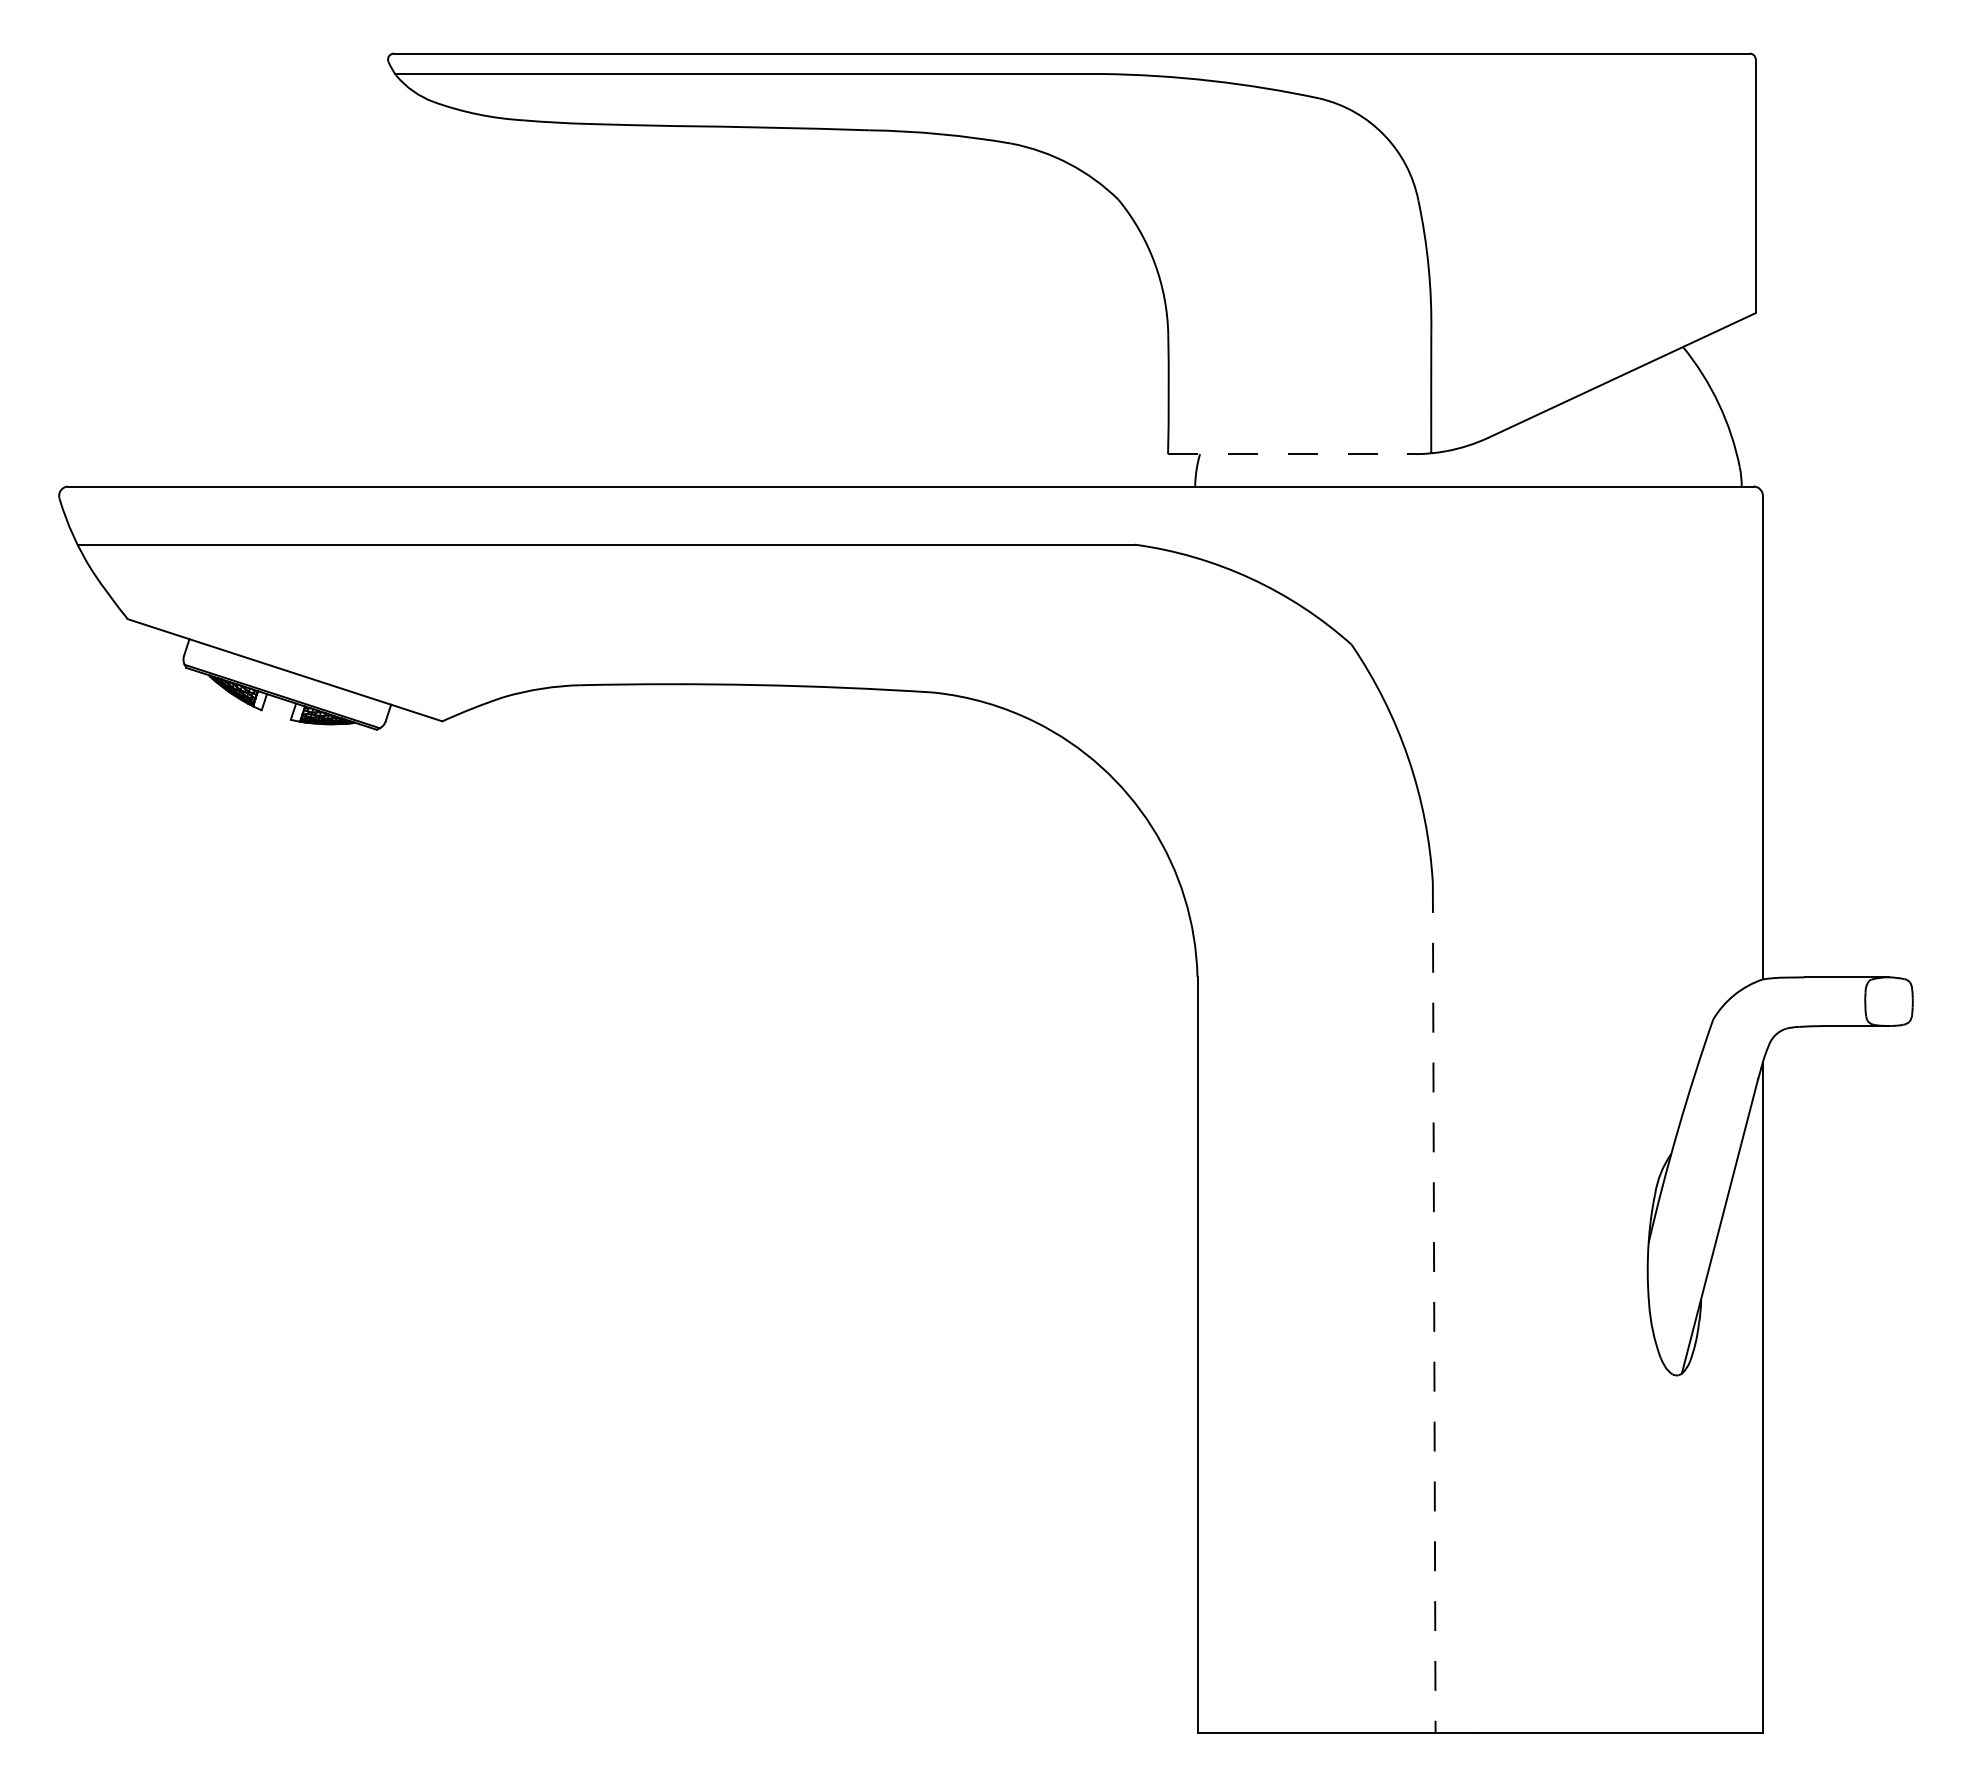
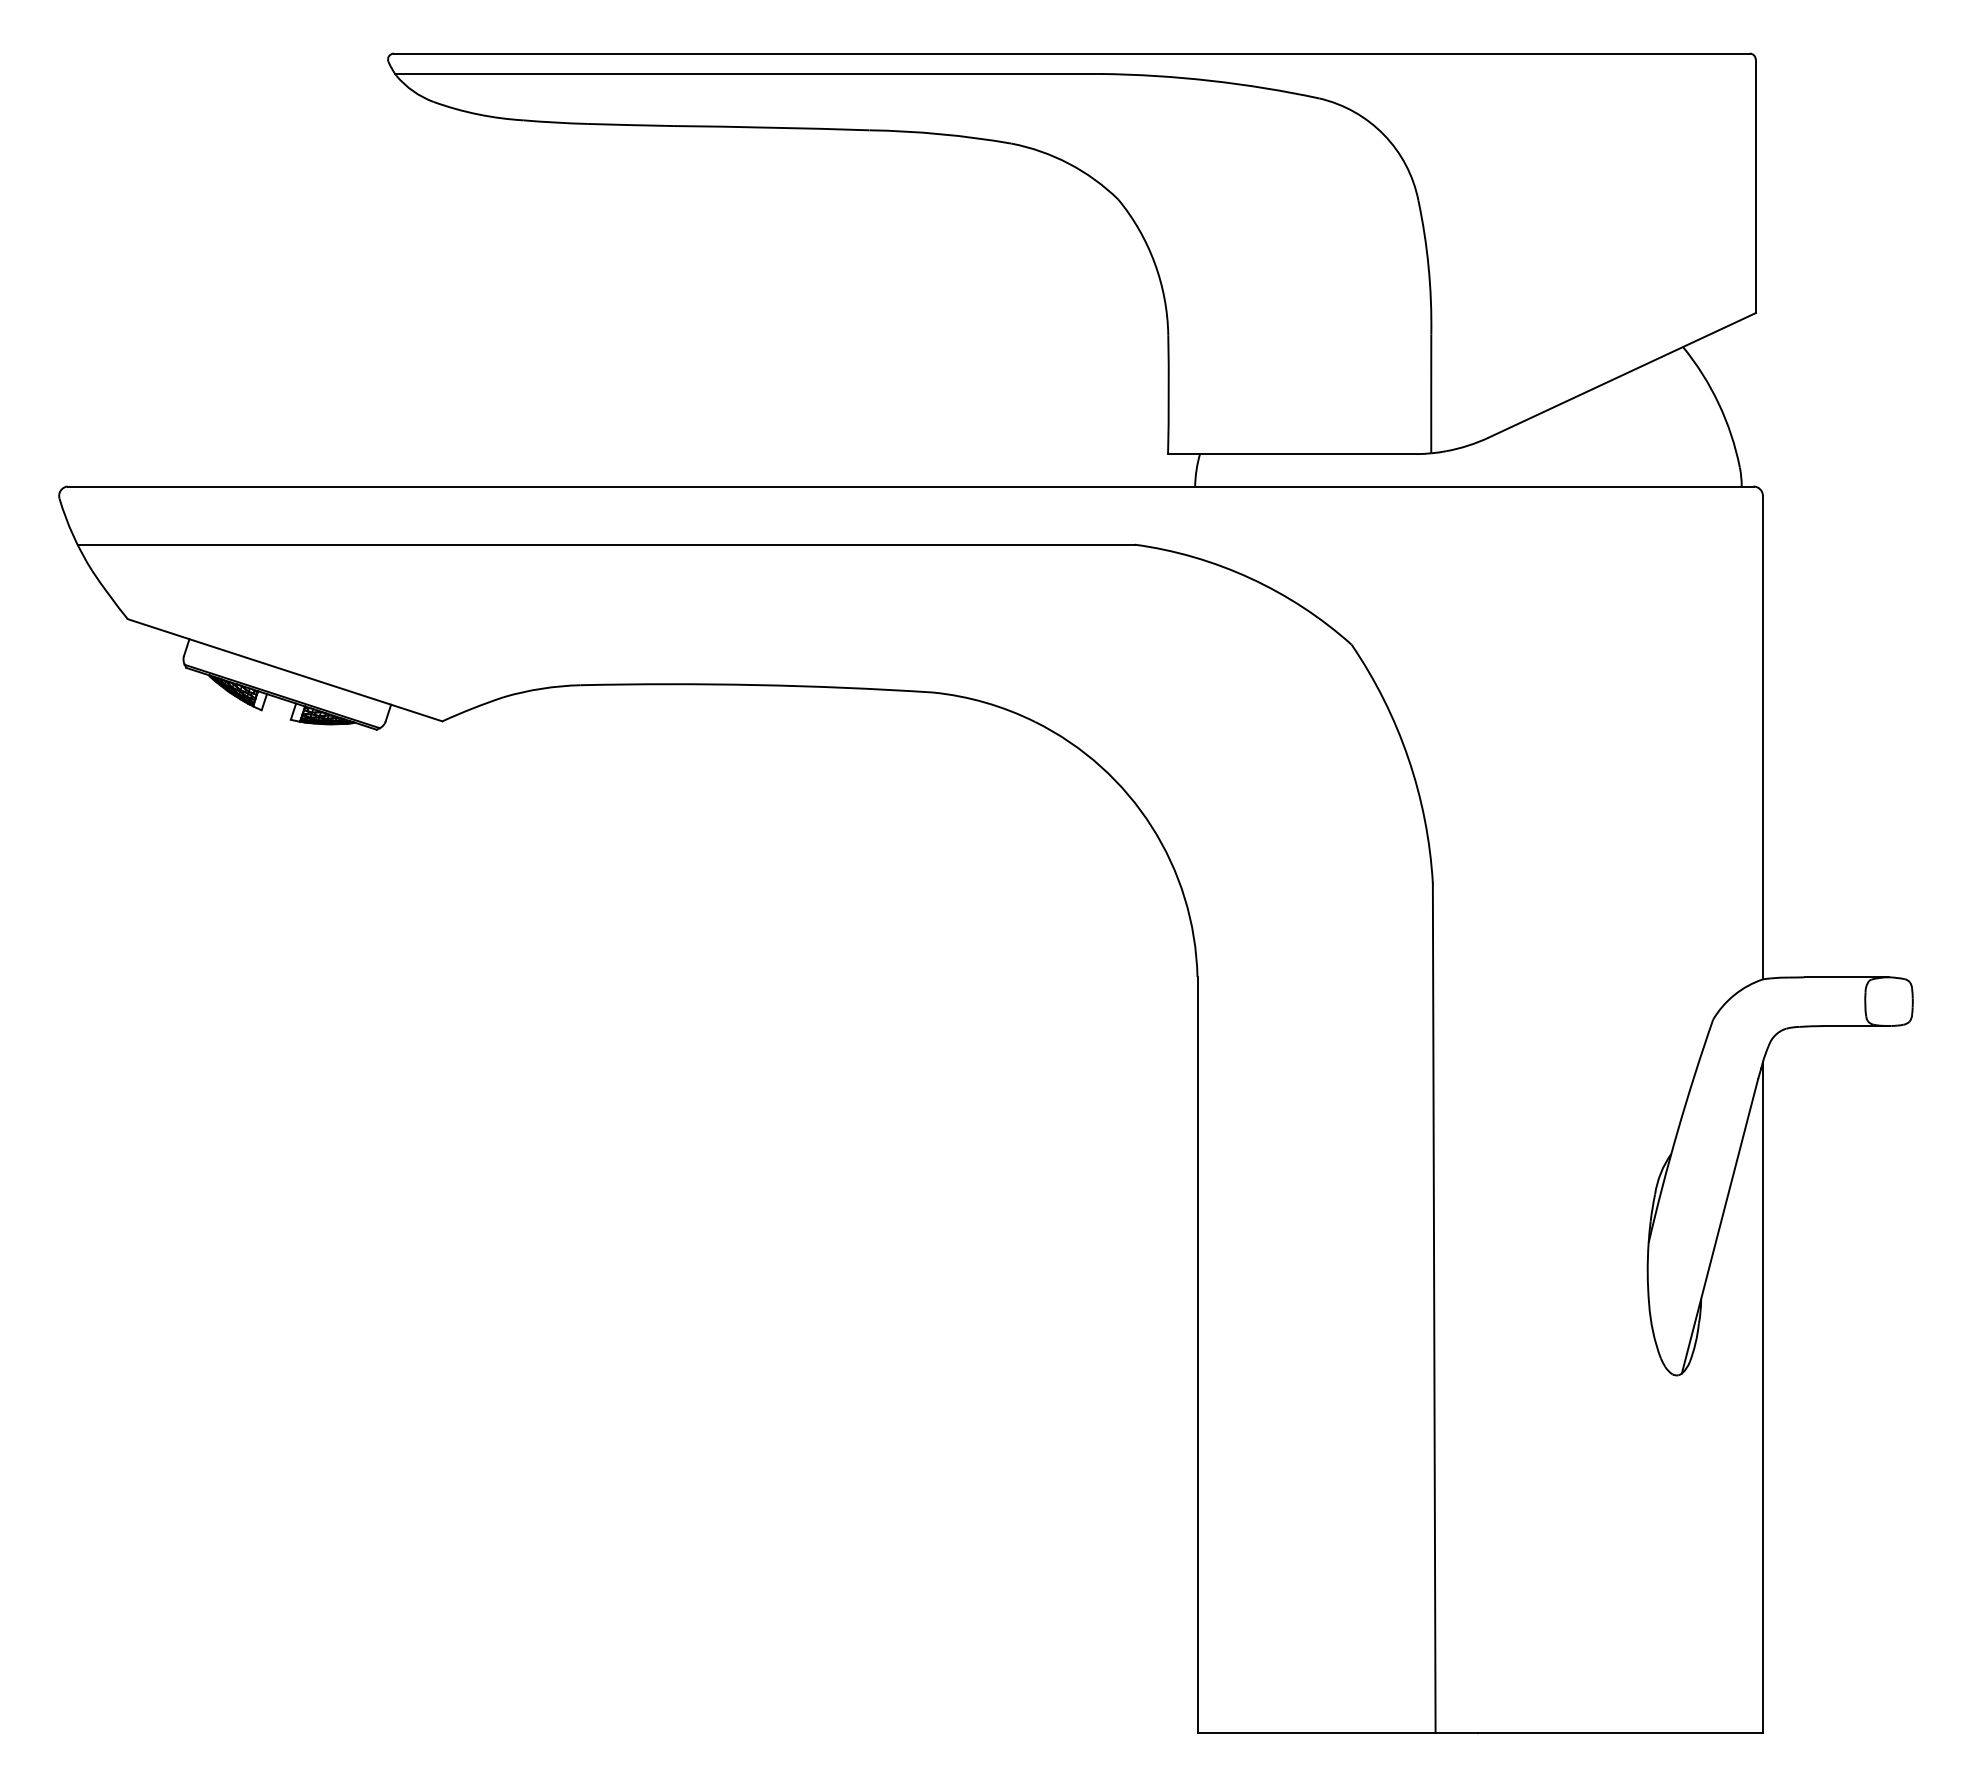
line at (1292, 454): dashed -> solid
line at (1434, 1307): dashed -> solid
